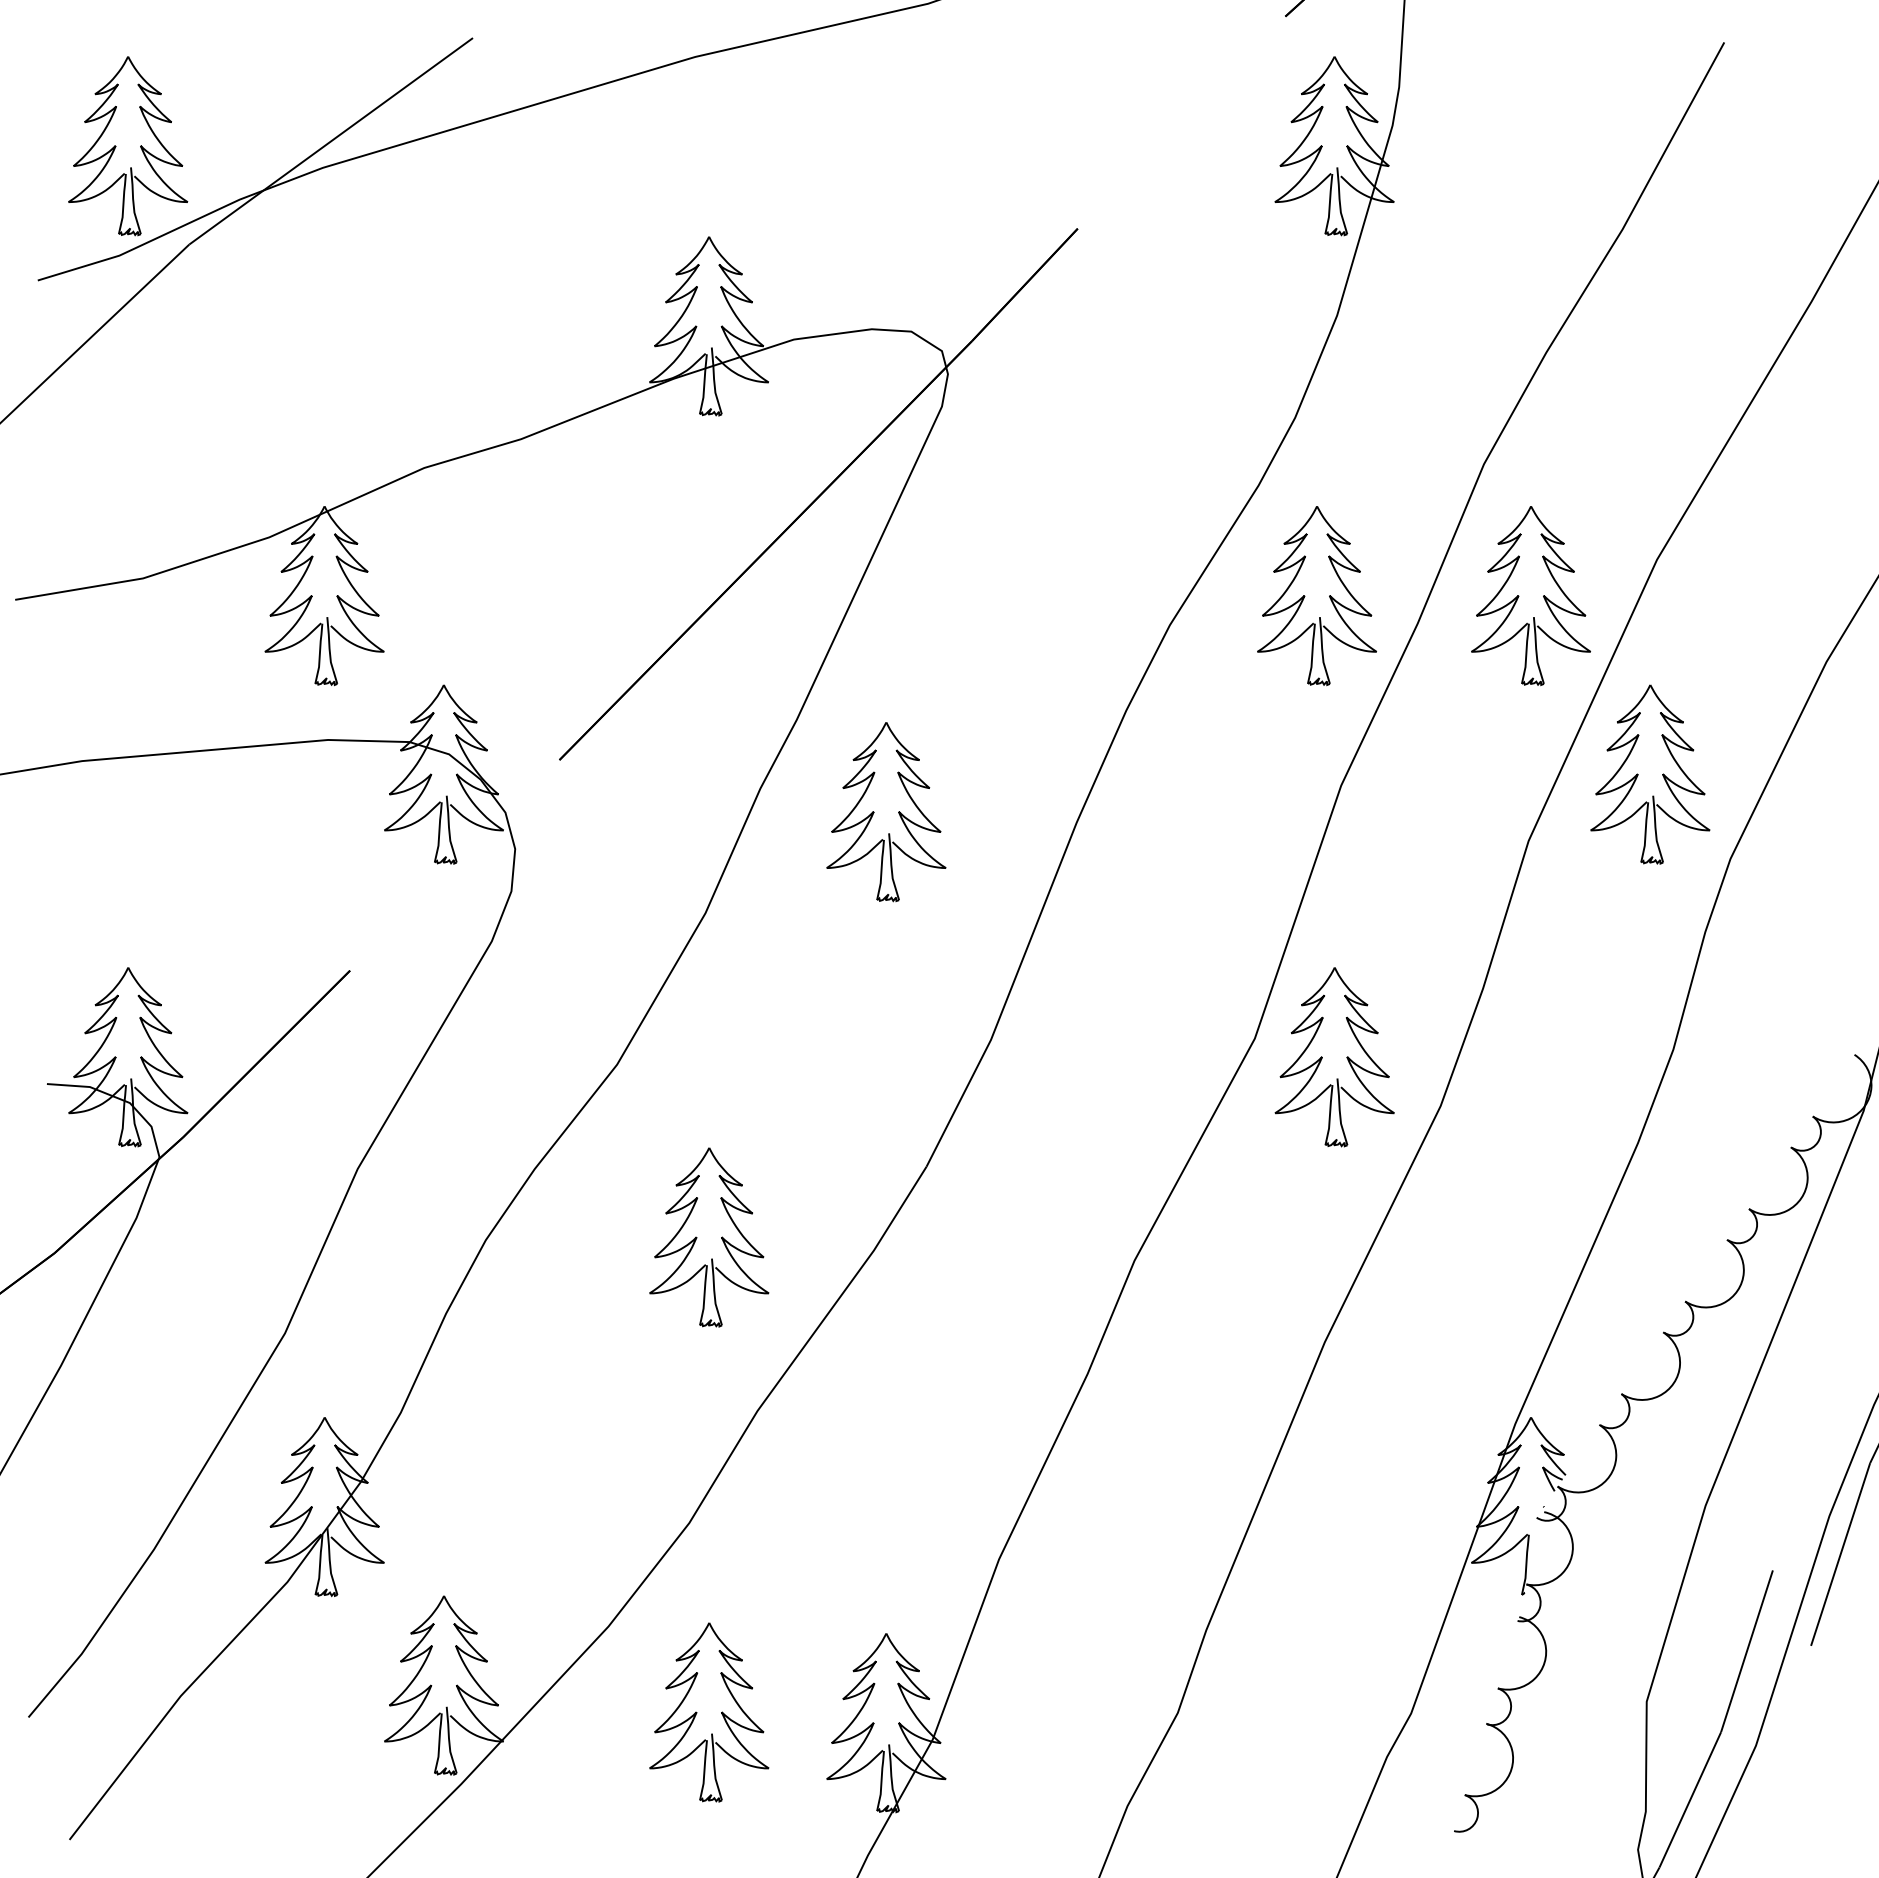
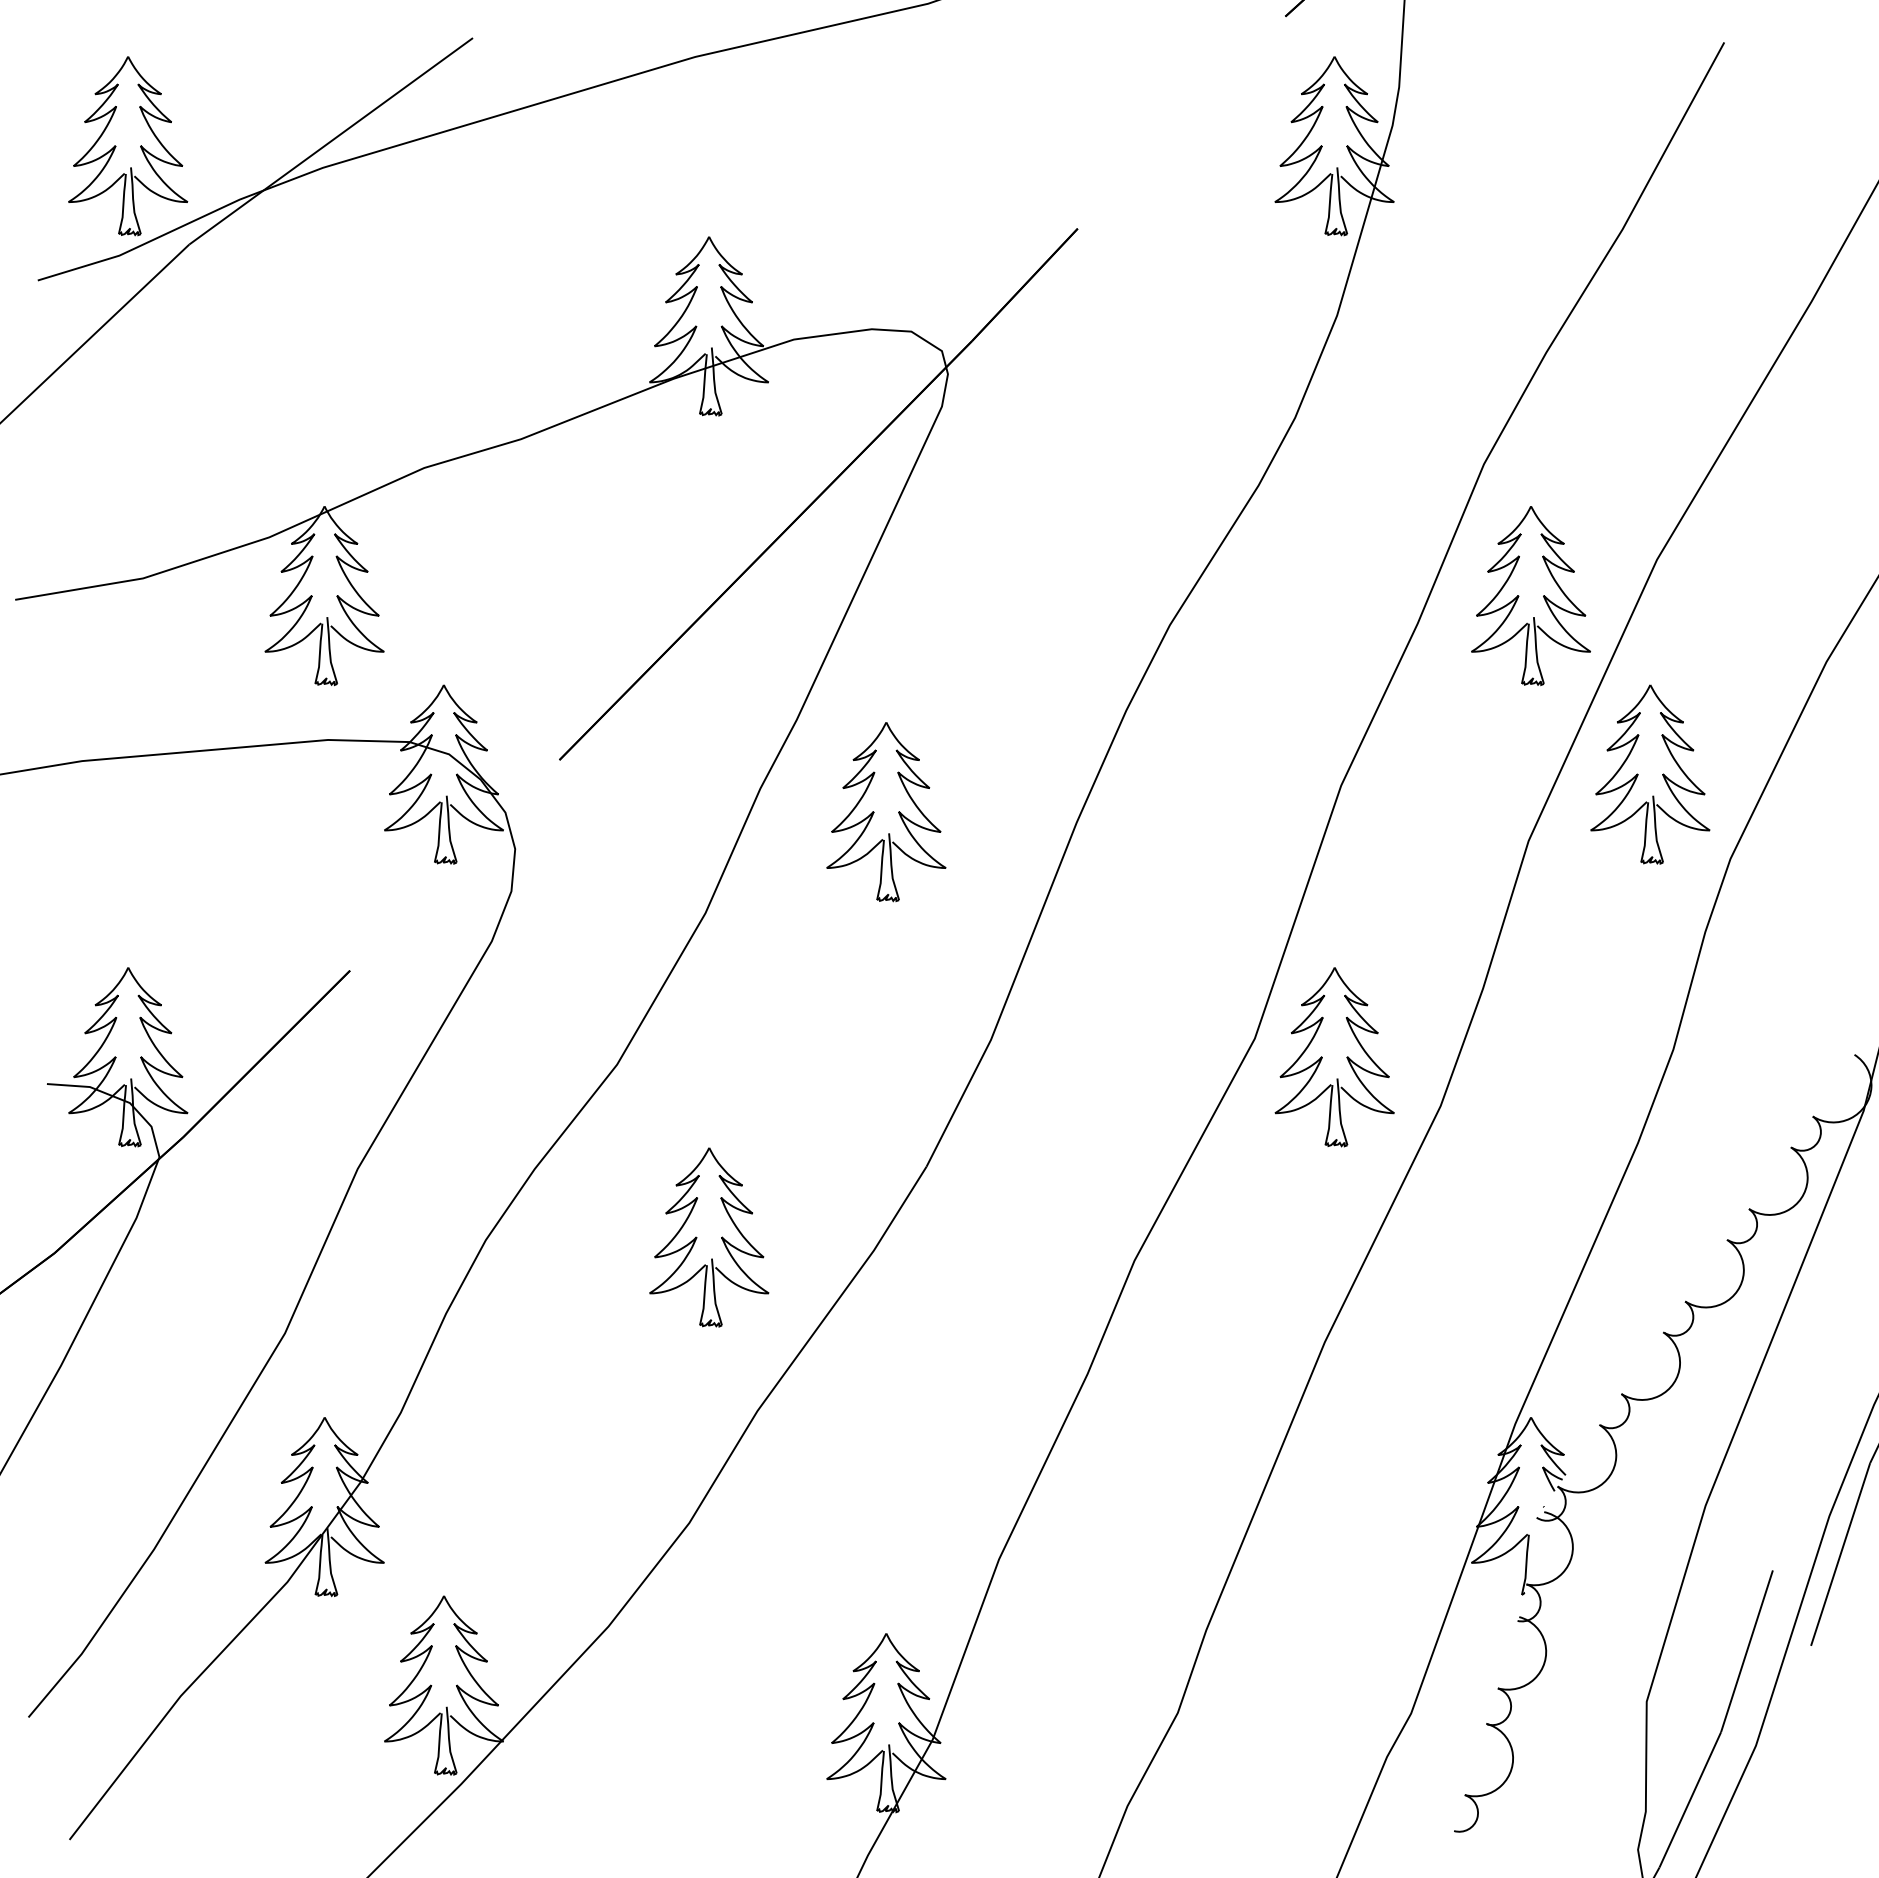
part at (1305, 596): present -> none
part at (697, 1712): present -> none
